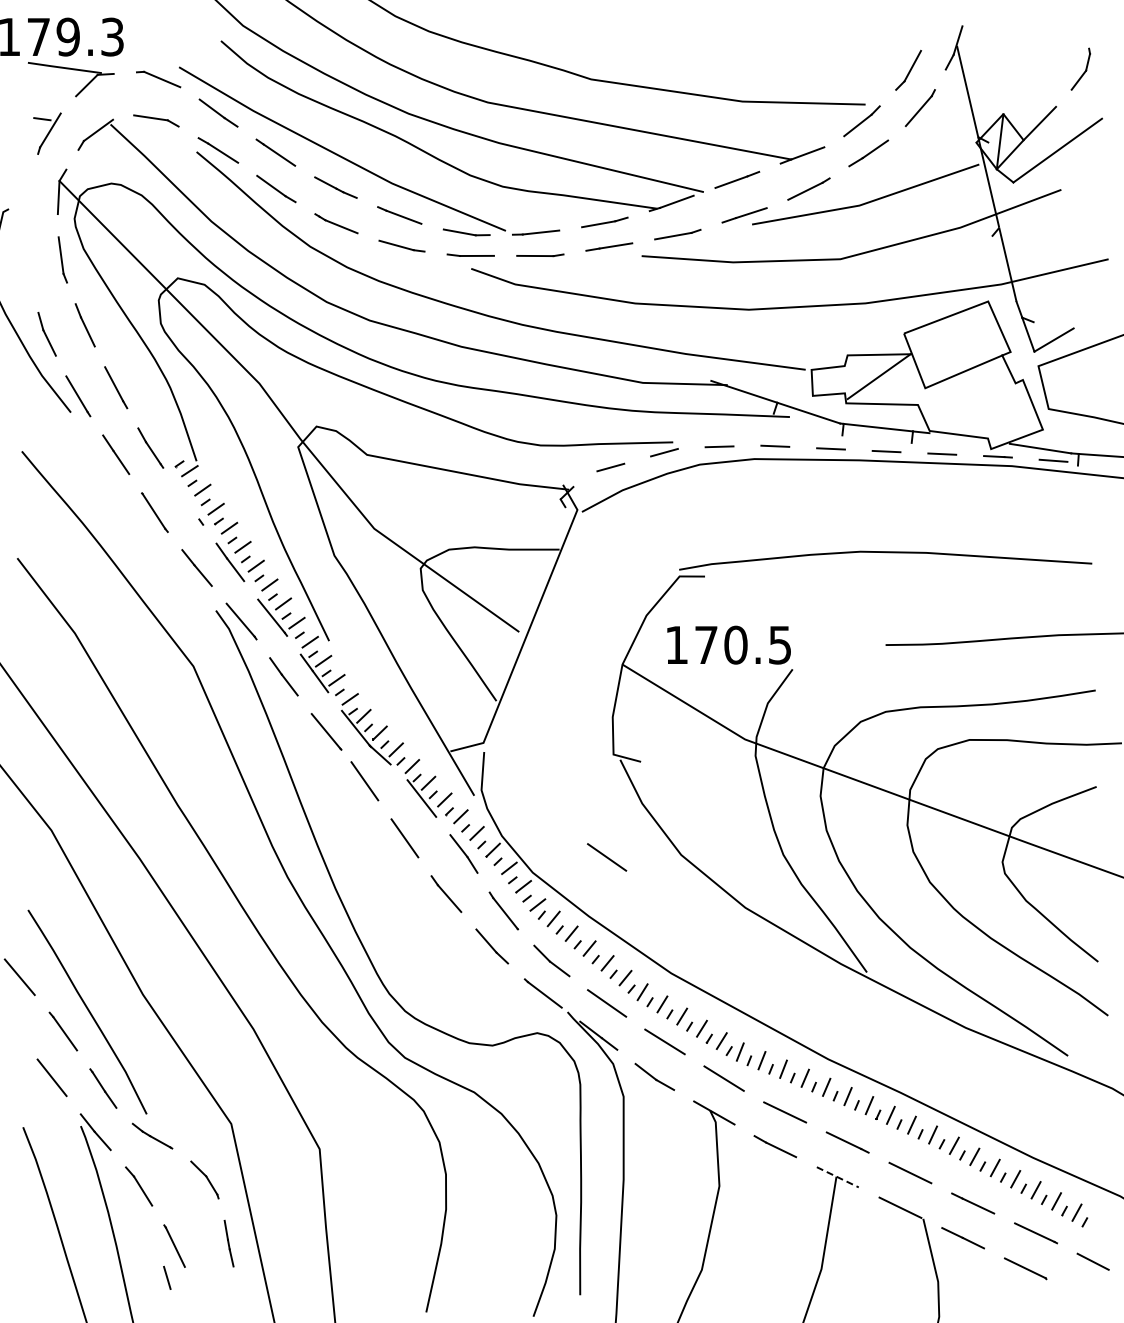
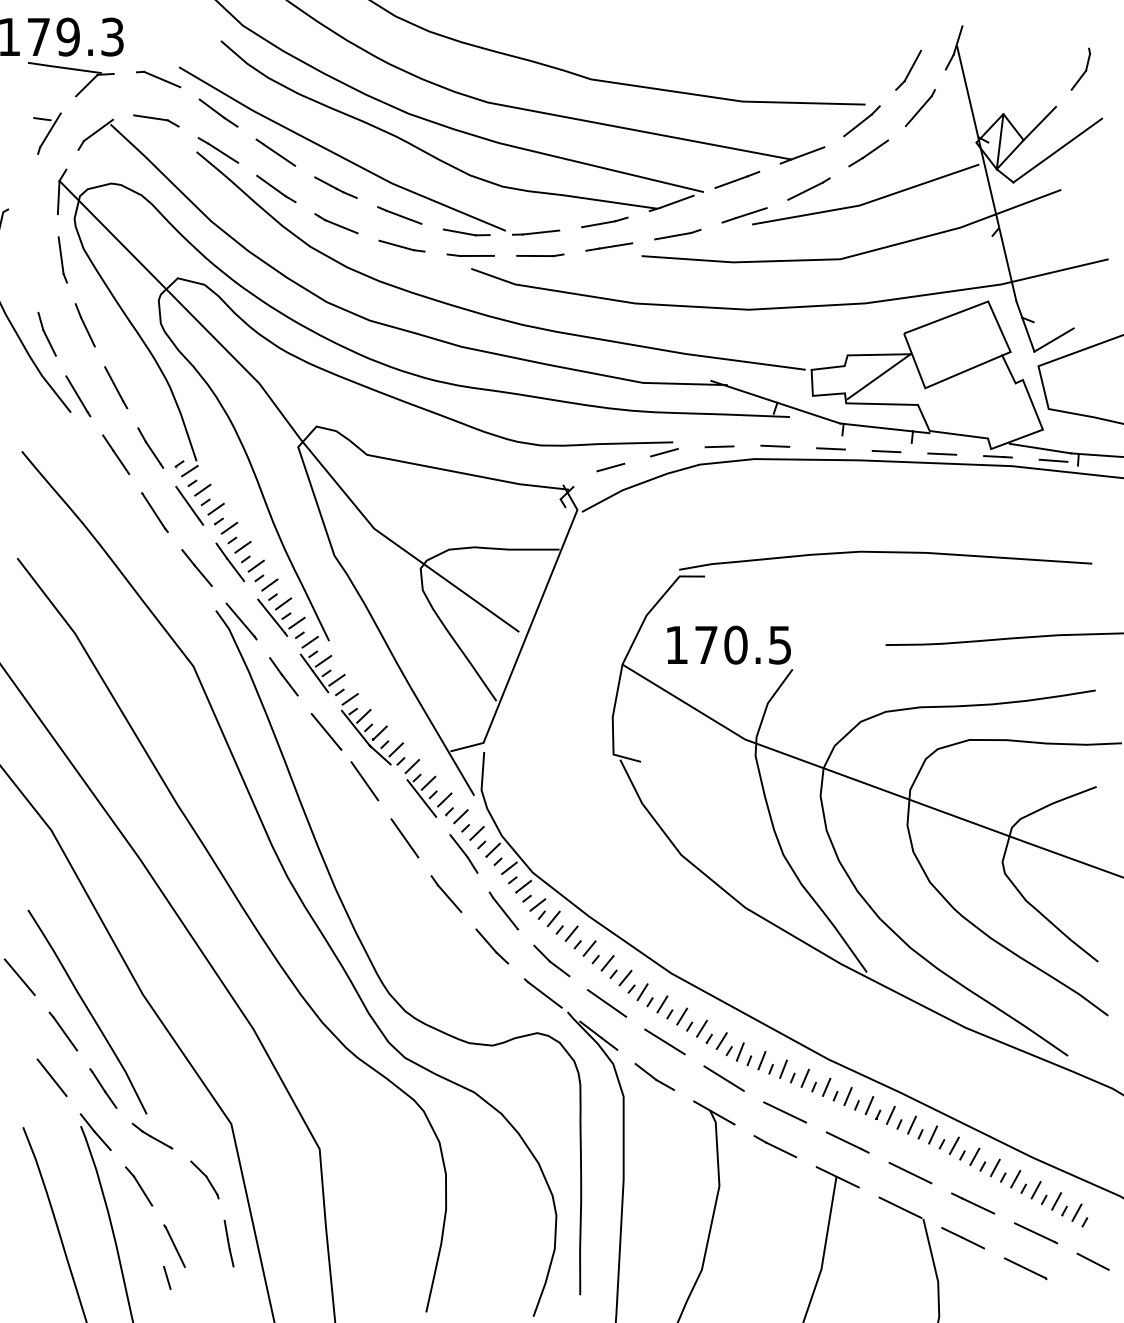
line at (187, 502): none -> present
line at (607, 857): present -> none
line at (838, 1177): dashed -> solid
